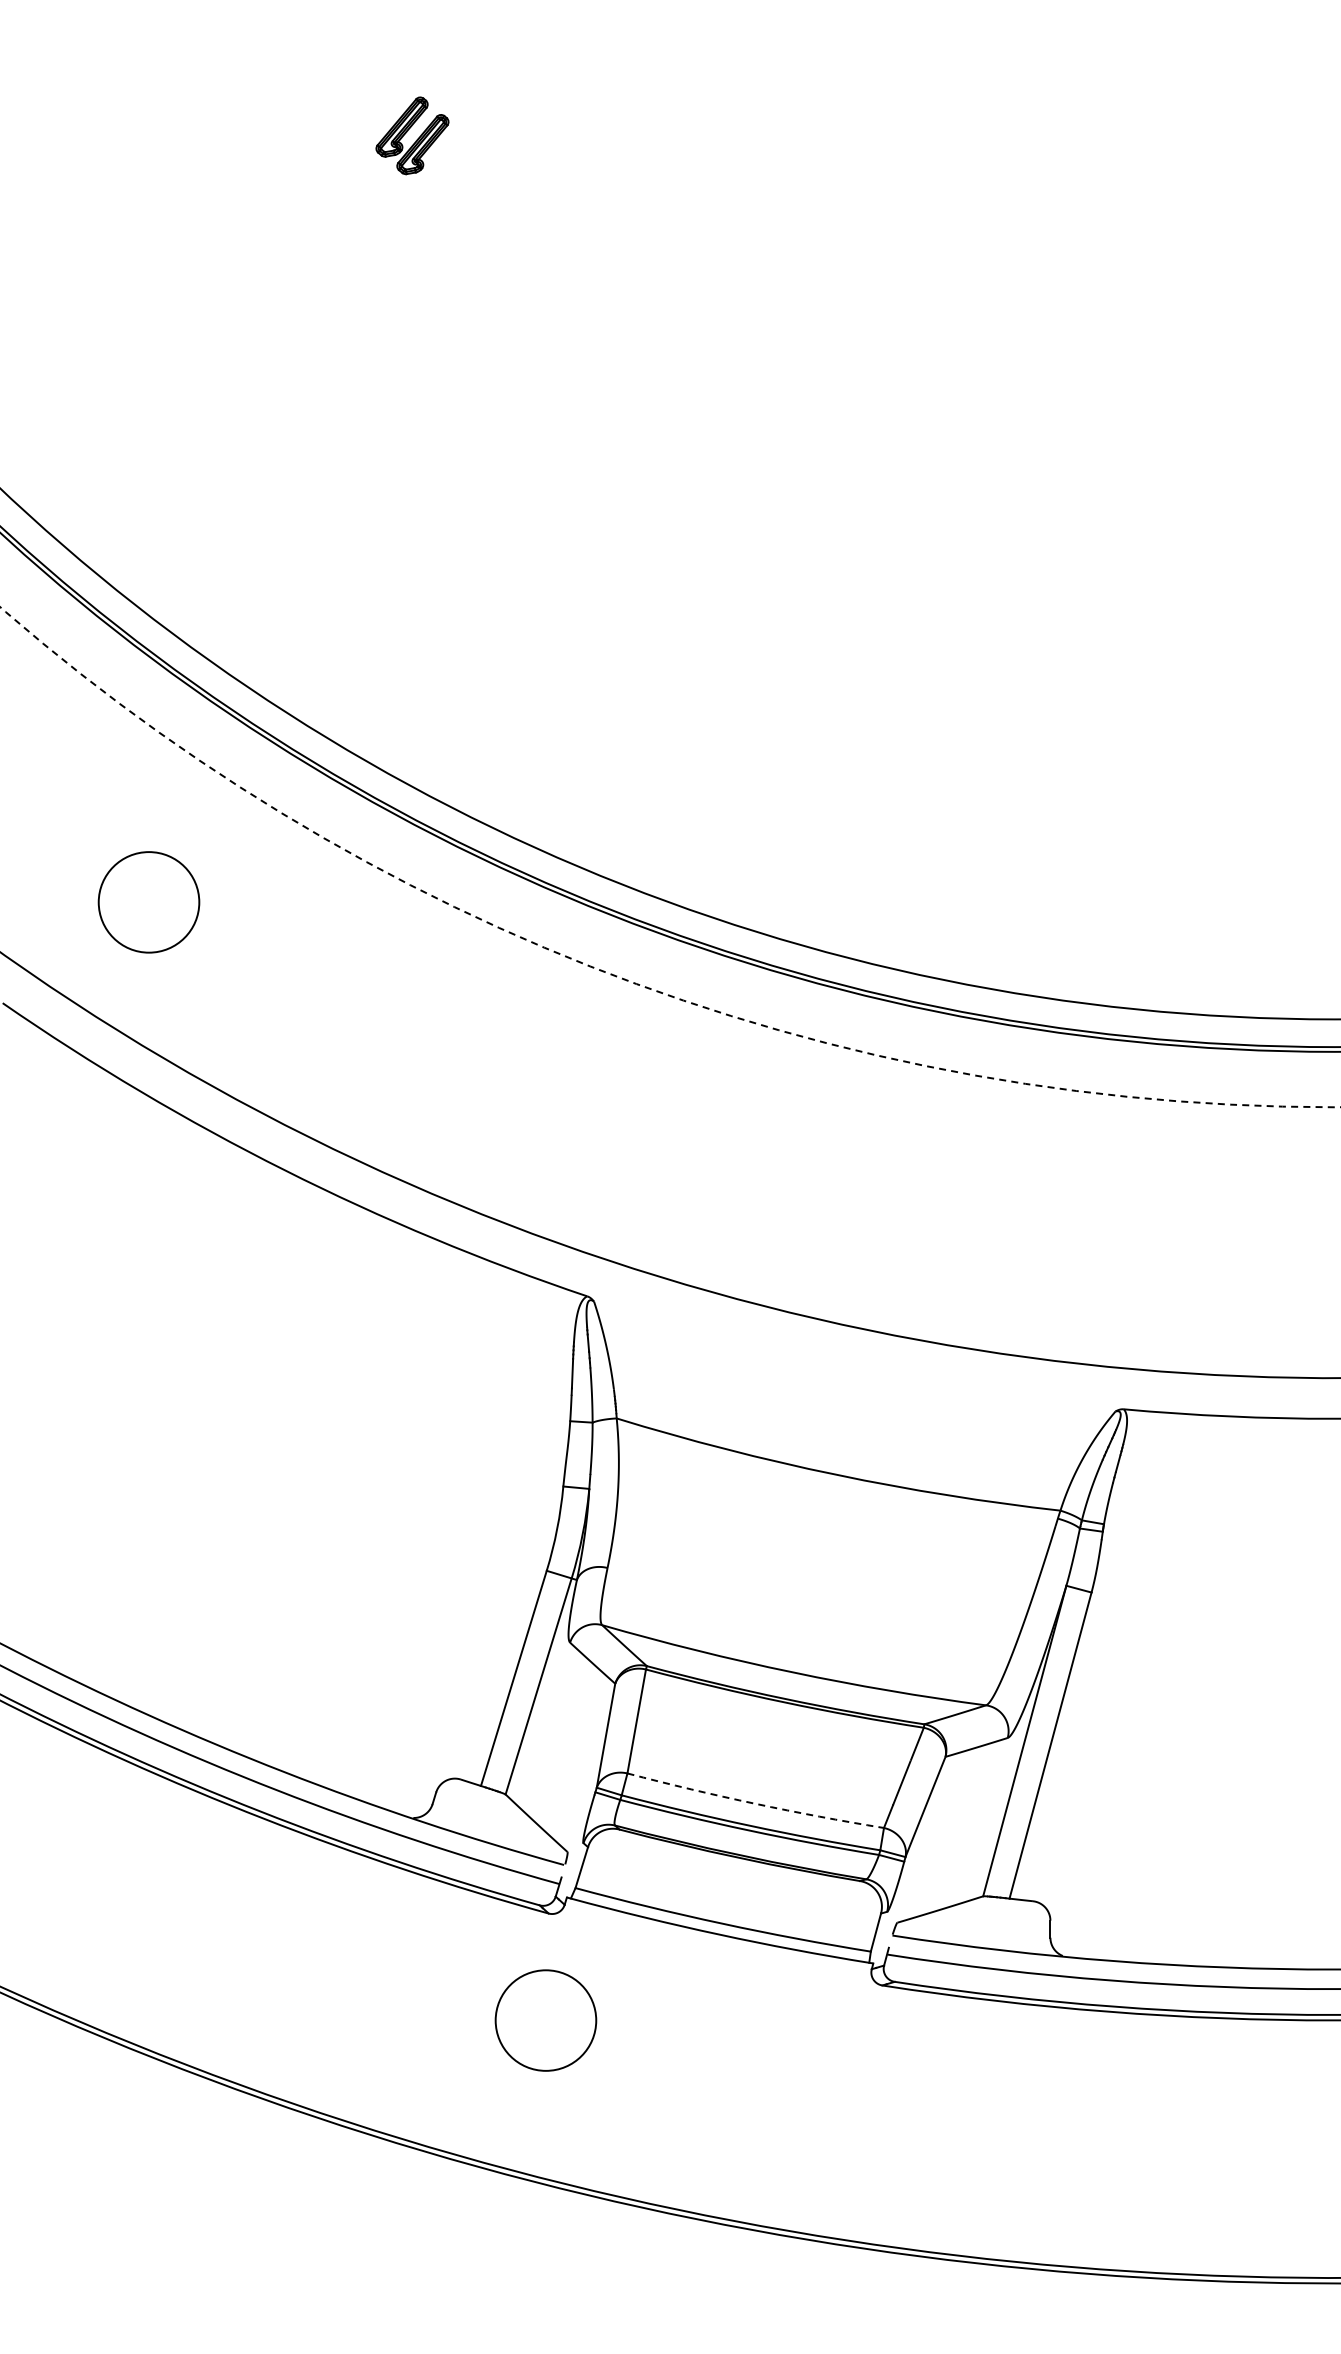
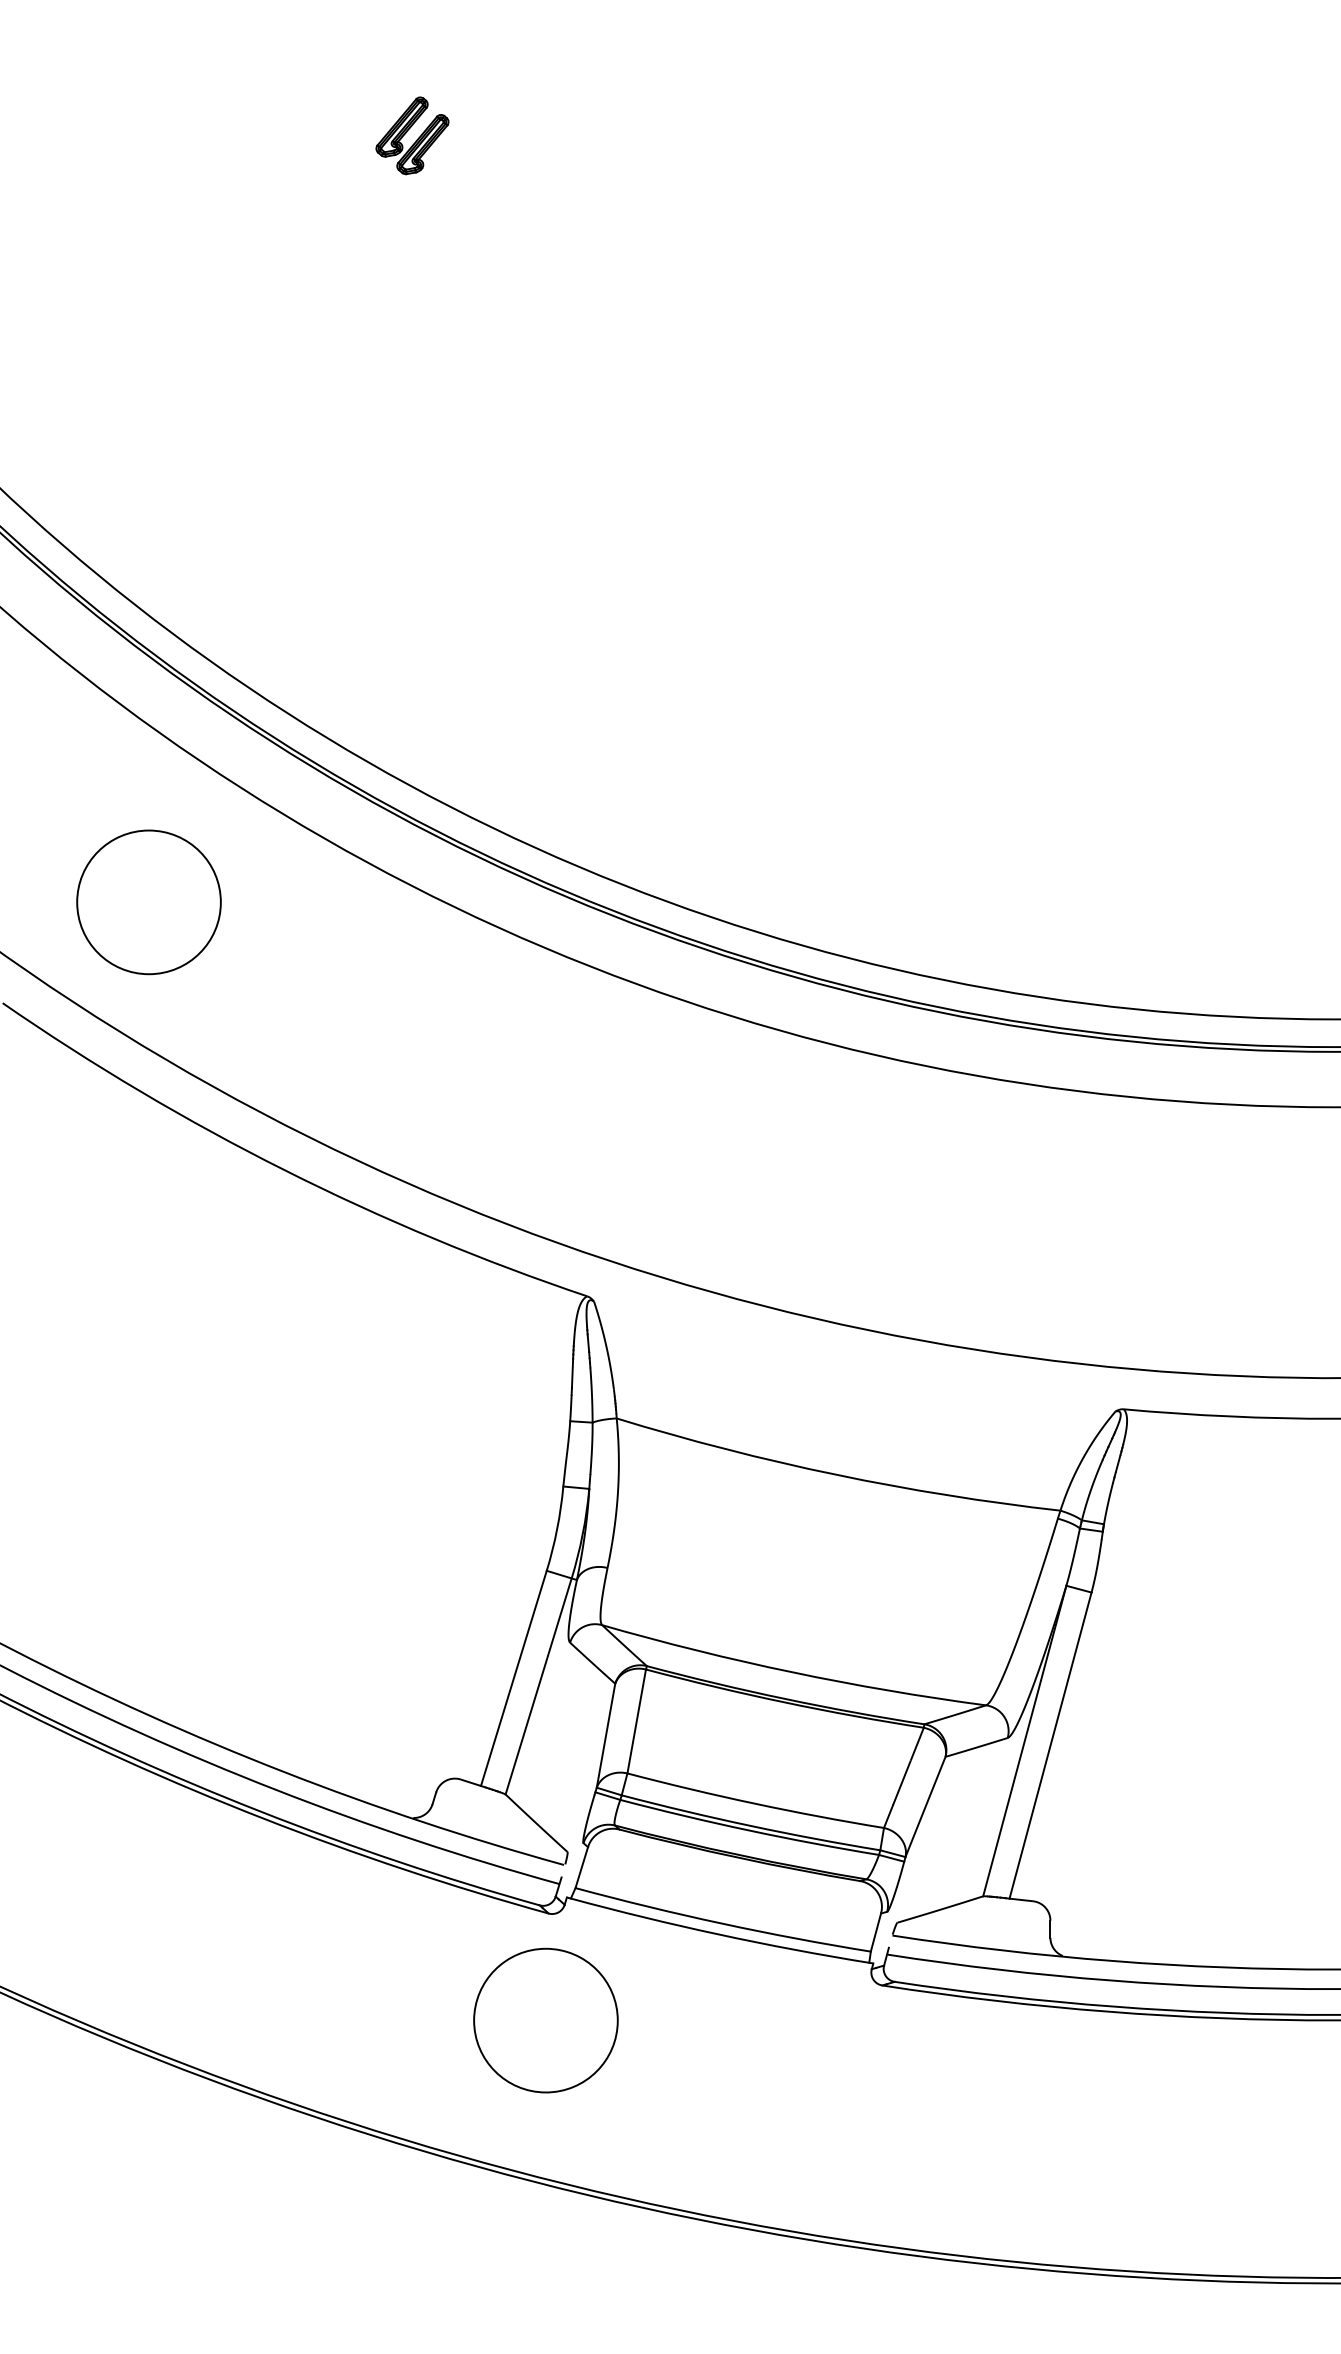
circle at (670, 857): dashed -> solid
circle at (148, 902) diameter: 101 px -> 144 px
arc at (755, 1803): dashed -> solid
circle at (545, 2020) size: 104x103 px -> 146x147 px
